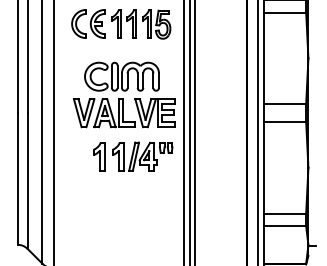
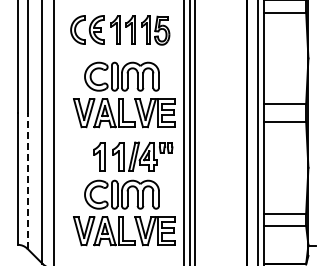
part at (121, 24) position: (121, 24) -> (120, 30)
line at (27, 181): solid -> dashed
part at (124, 212): none -> present
